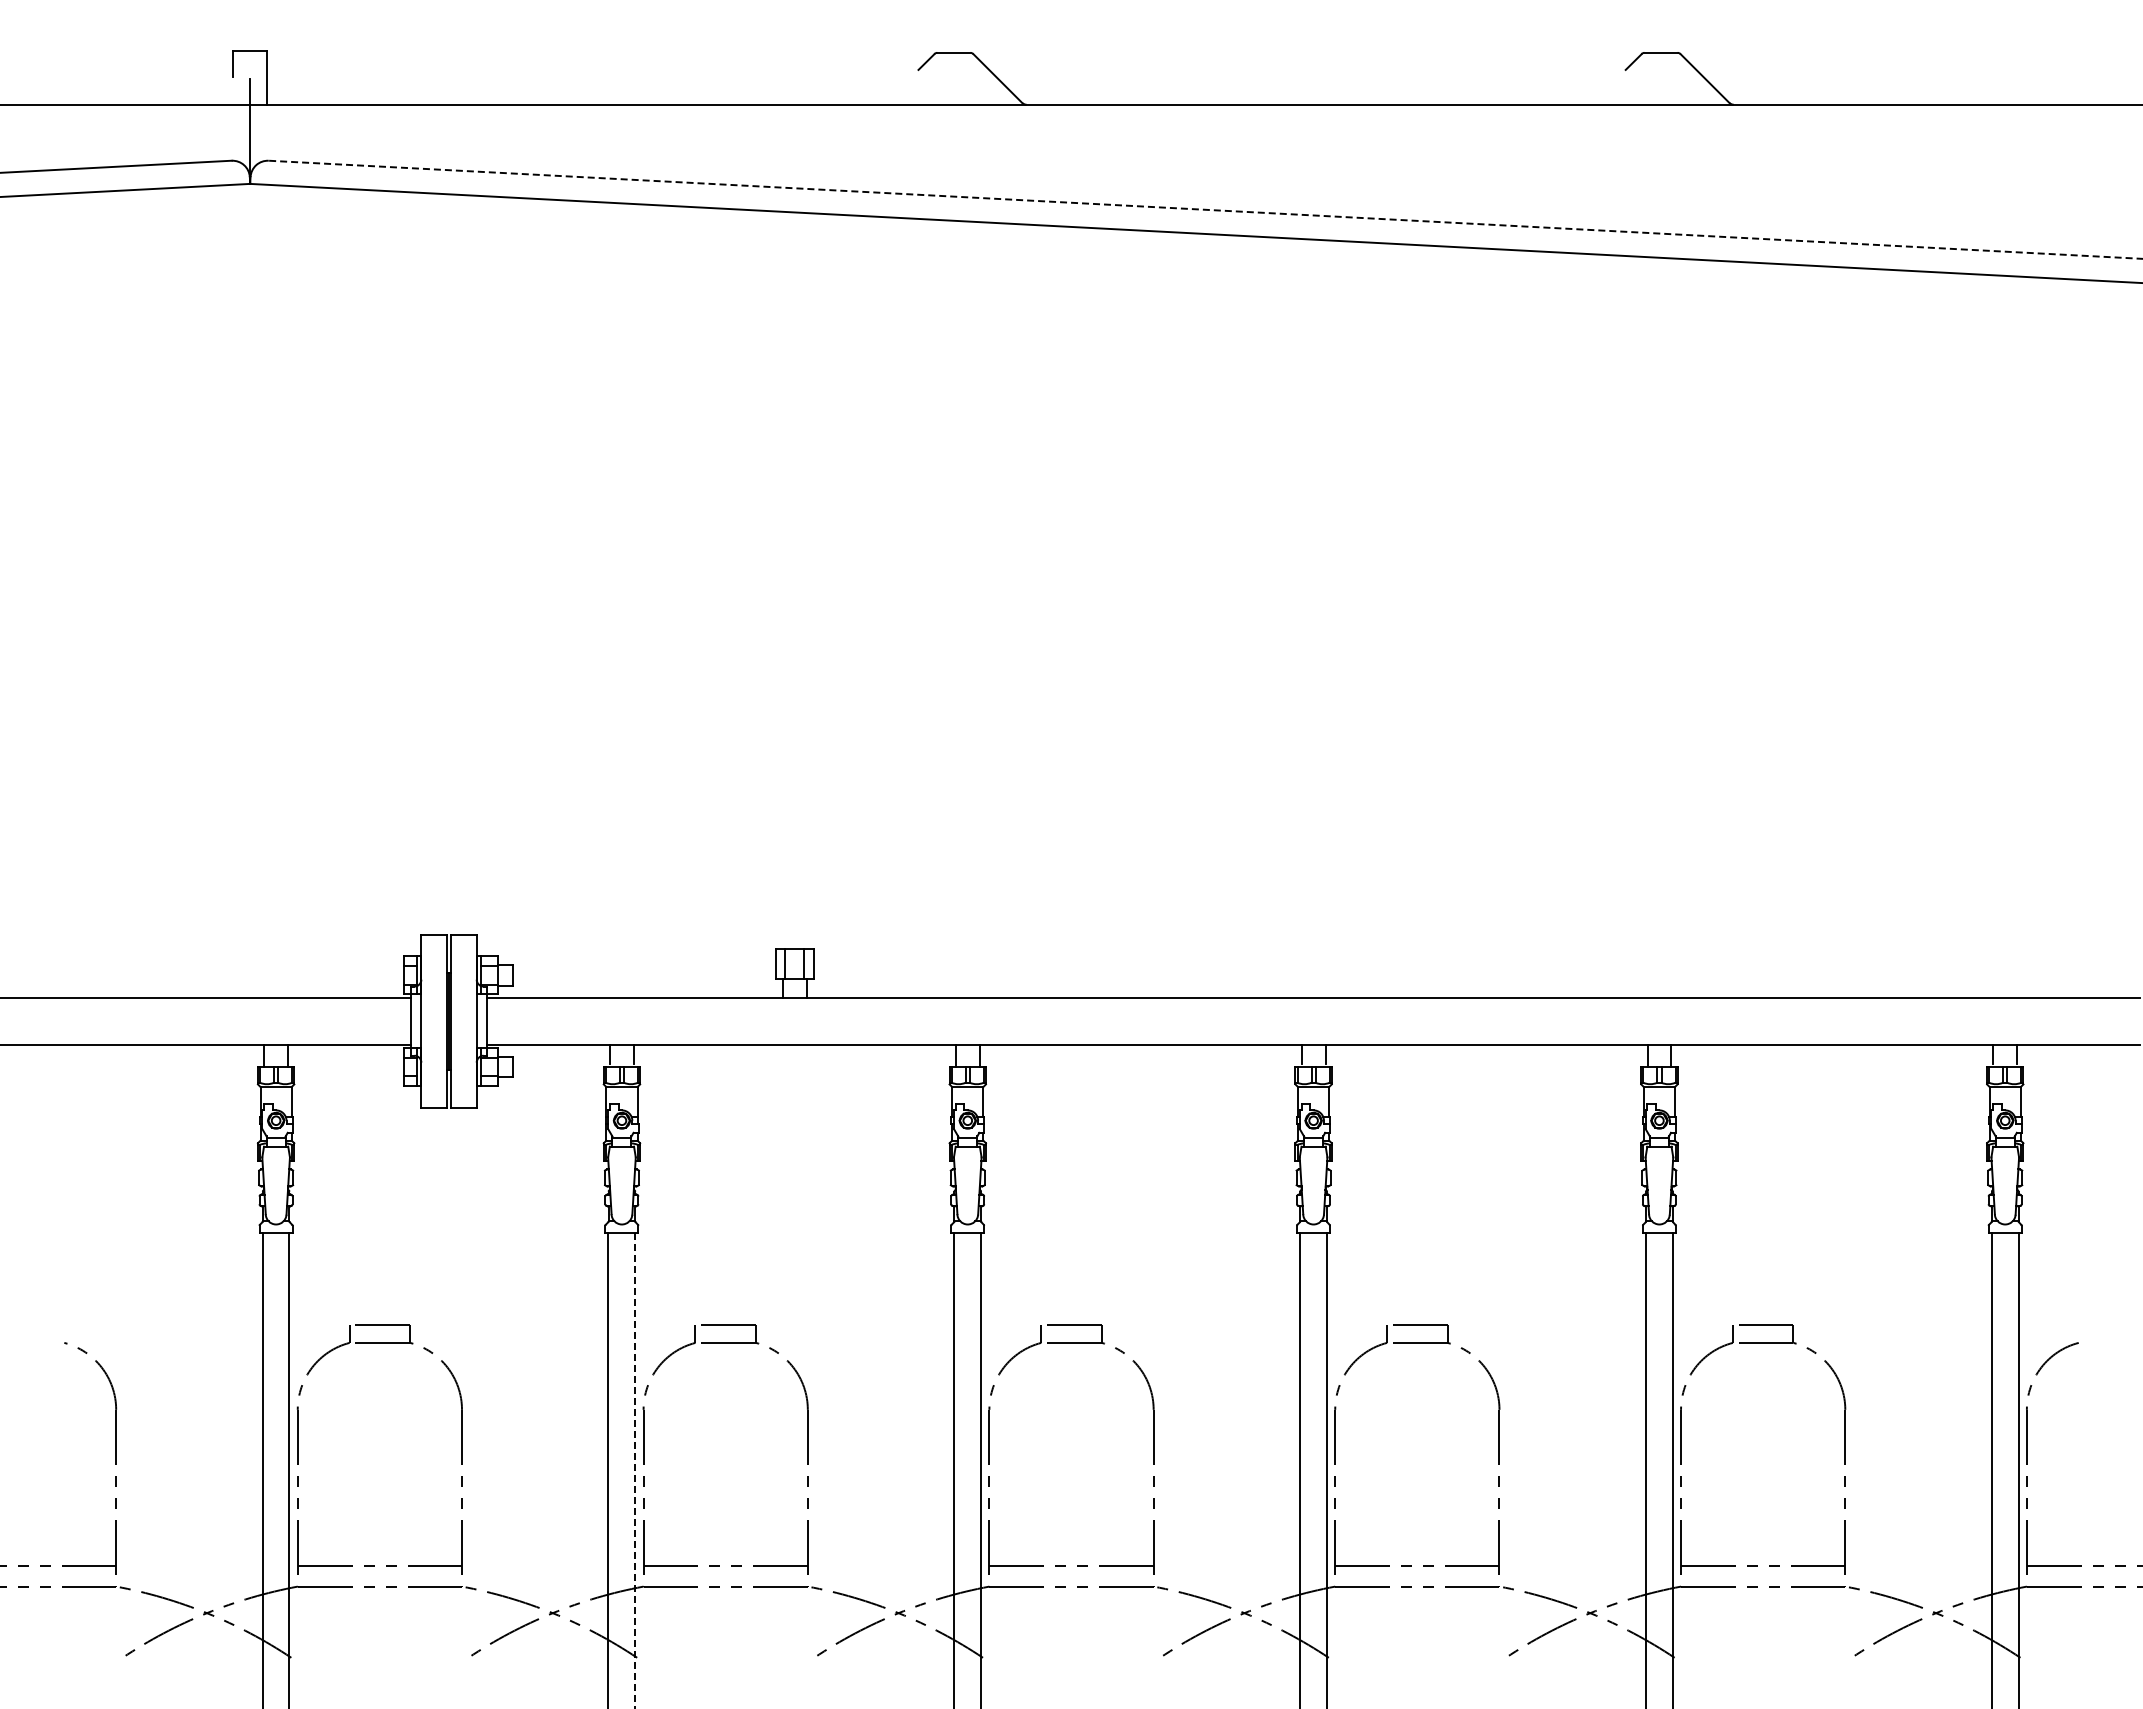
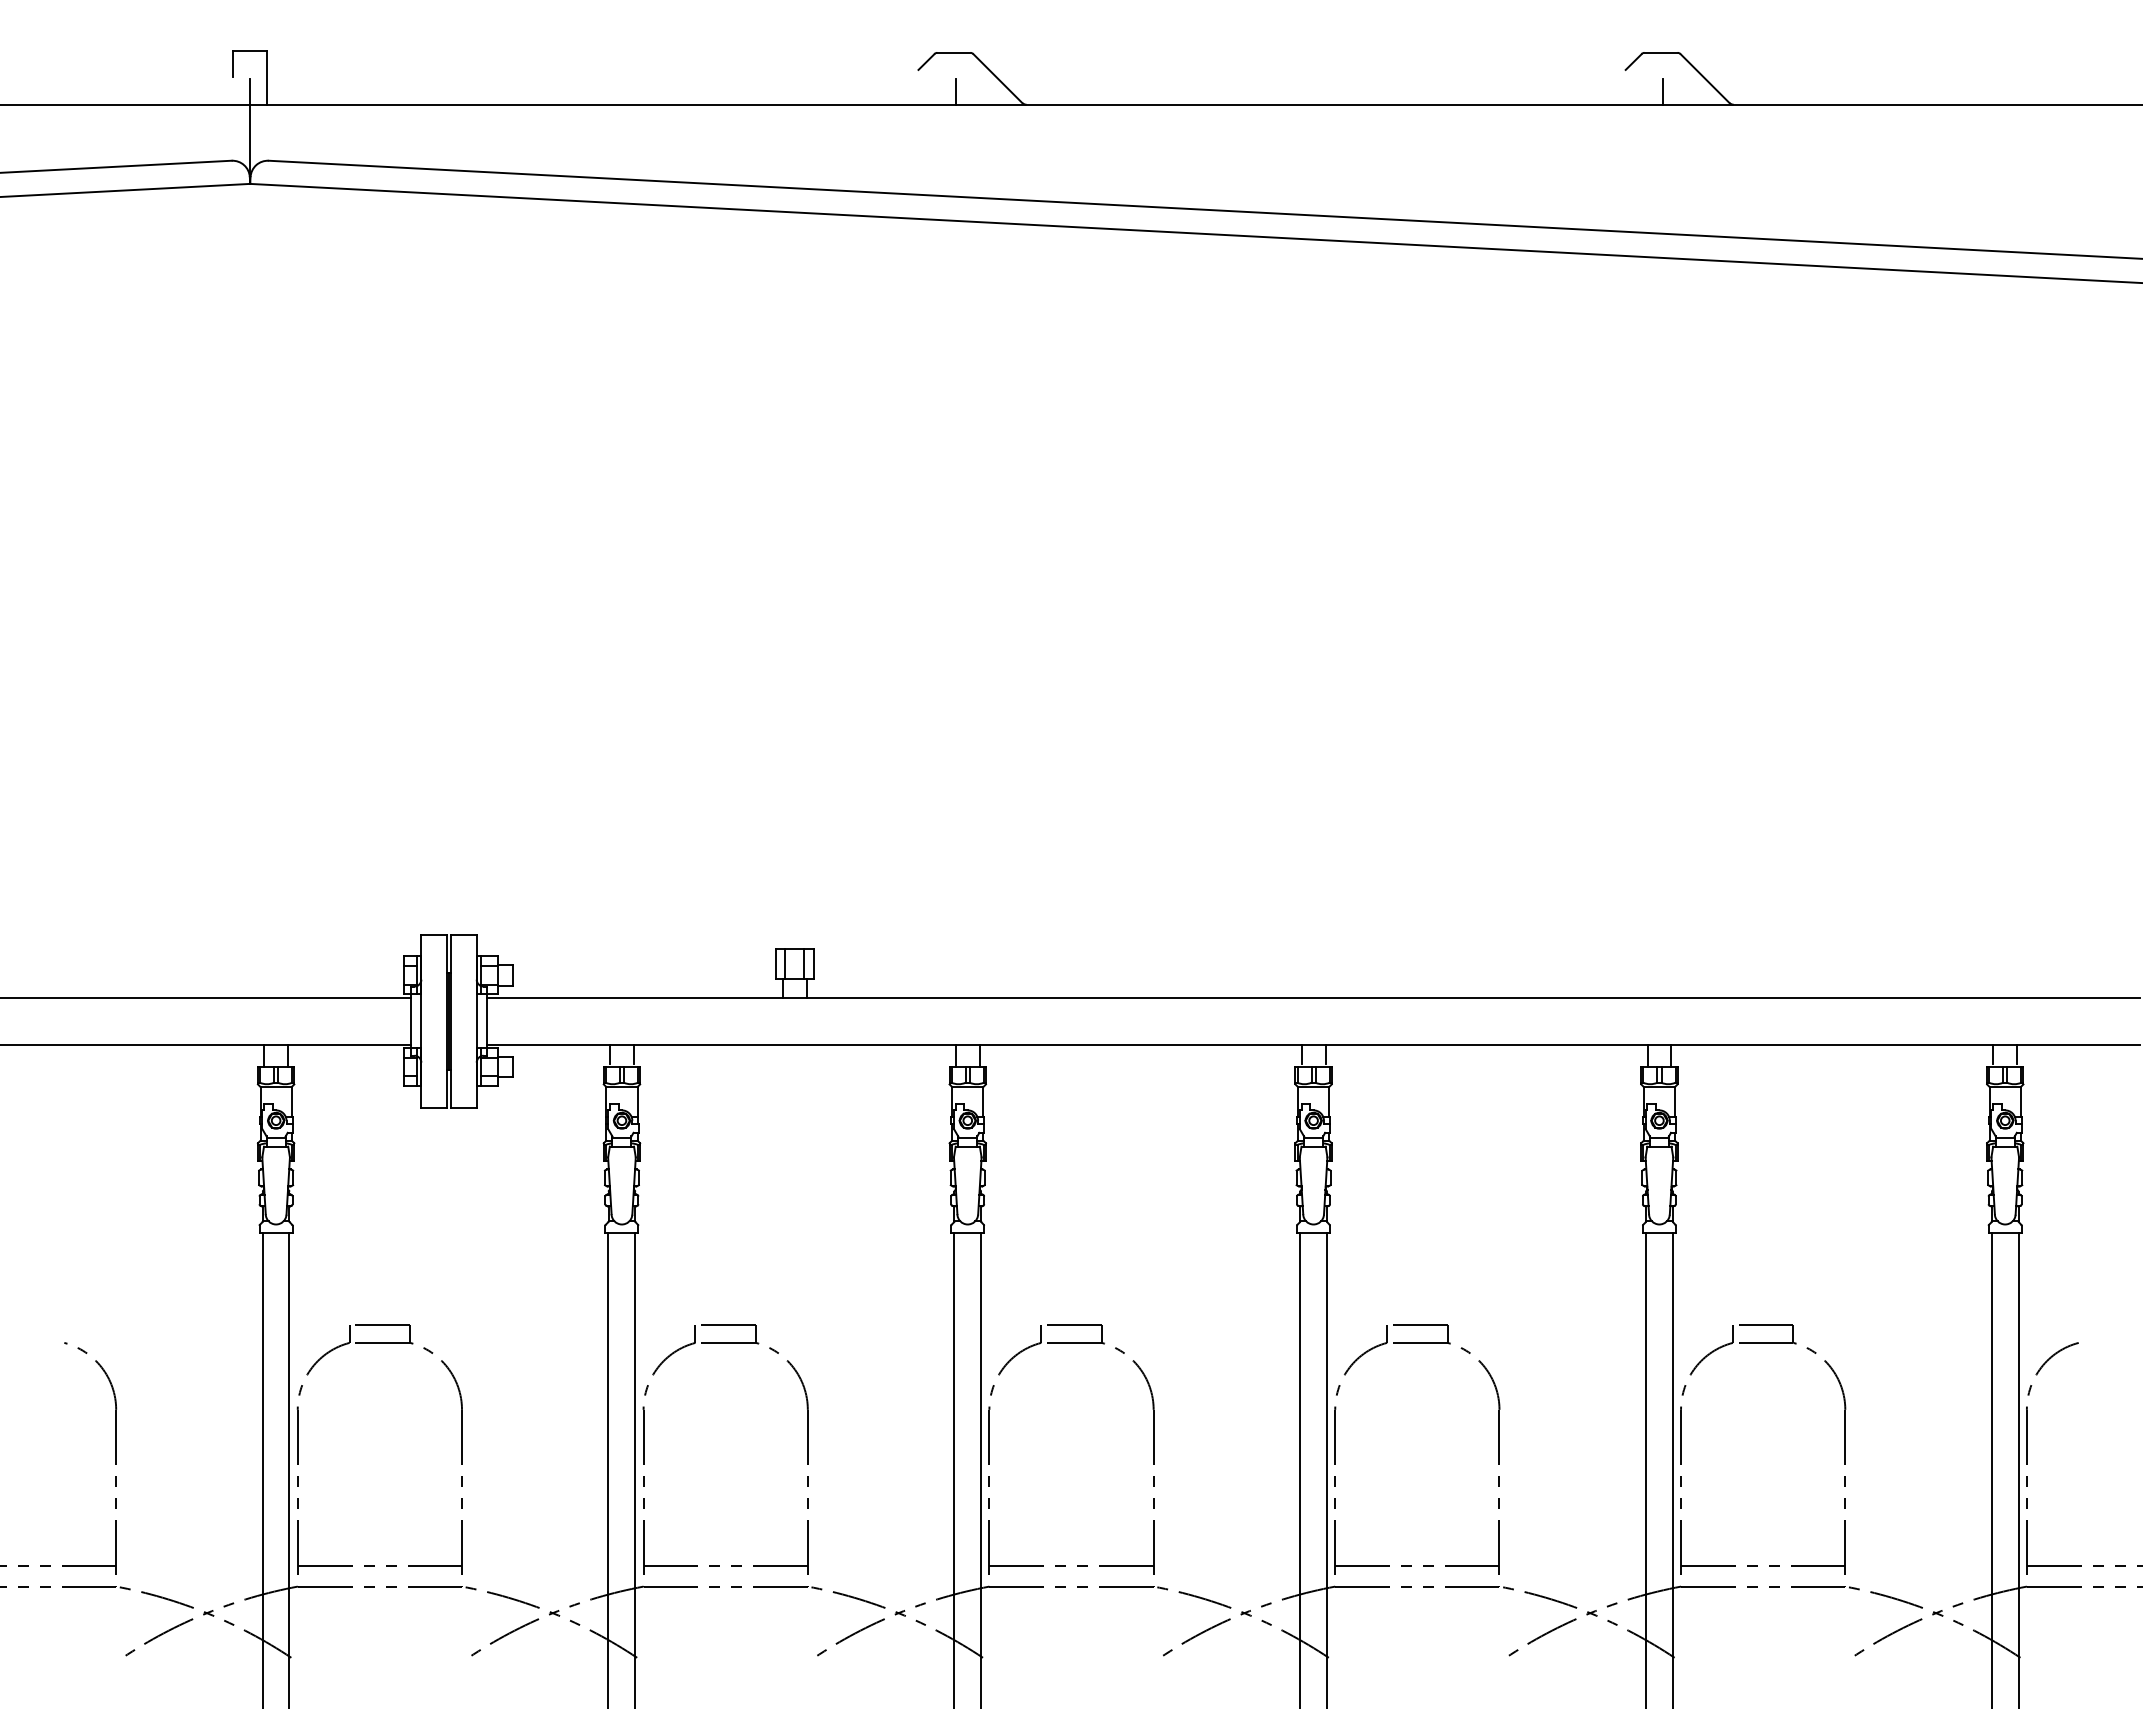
line at (955, 91): none -> present
line at (1662, 91): none -> present
line at (1205, 209): dashed -> solid
line at (635, 1471): dashed -> solid
